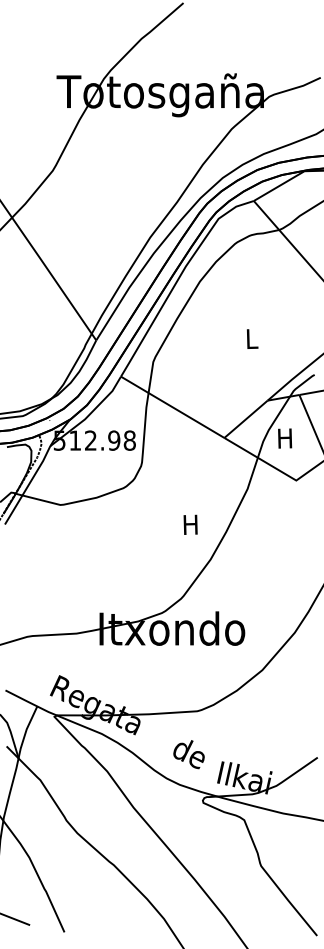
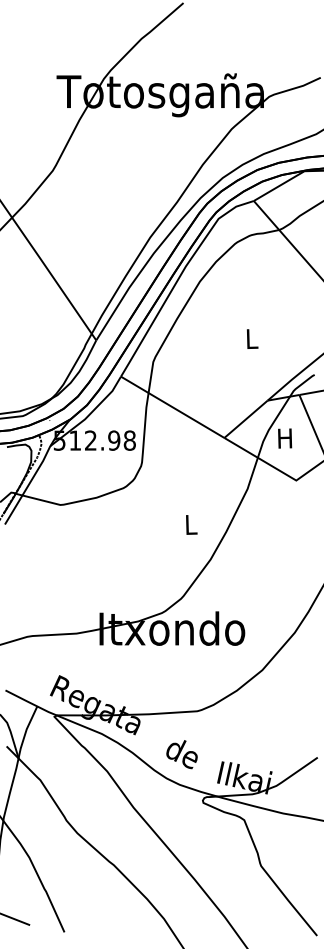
text at (190, 524): H -> L
text at (188, 754) position: (188, 754) -> (181, 754)
